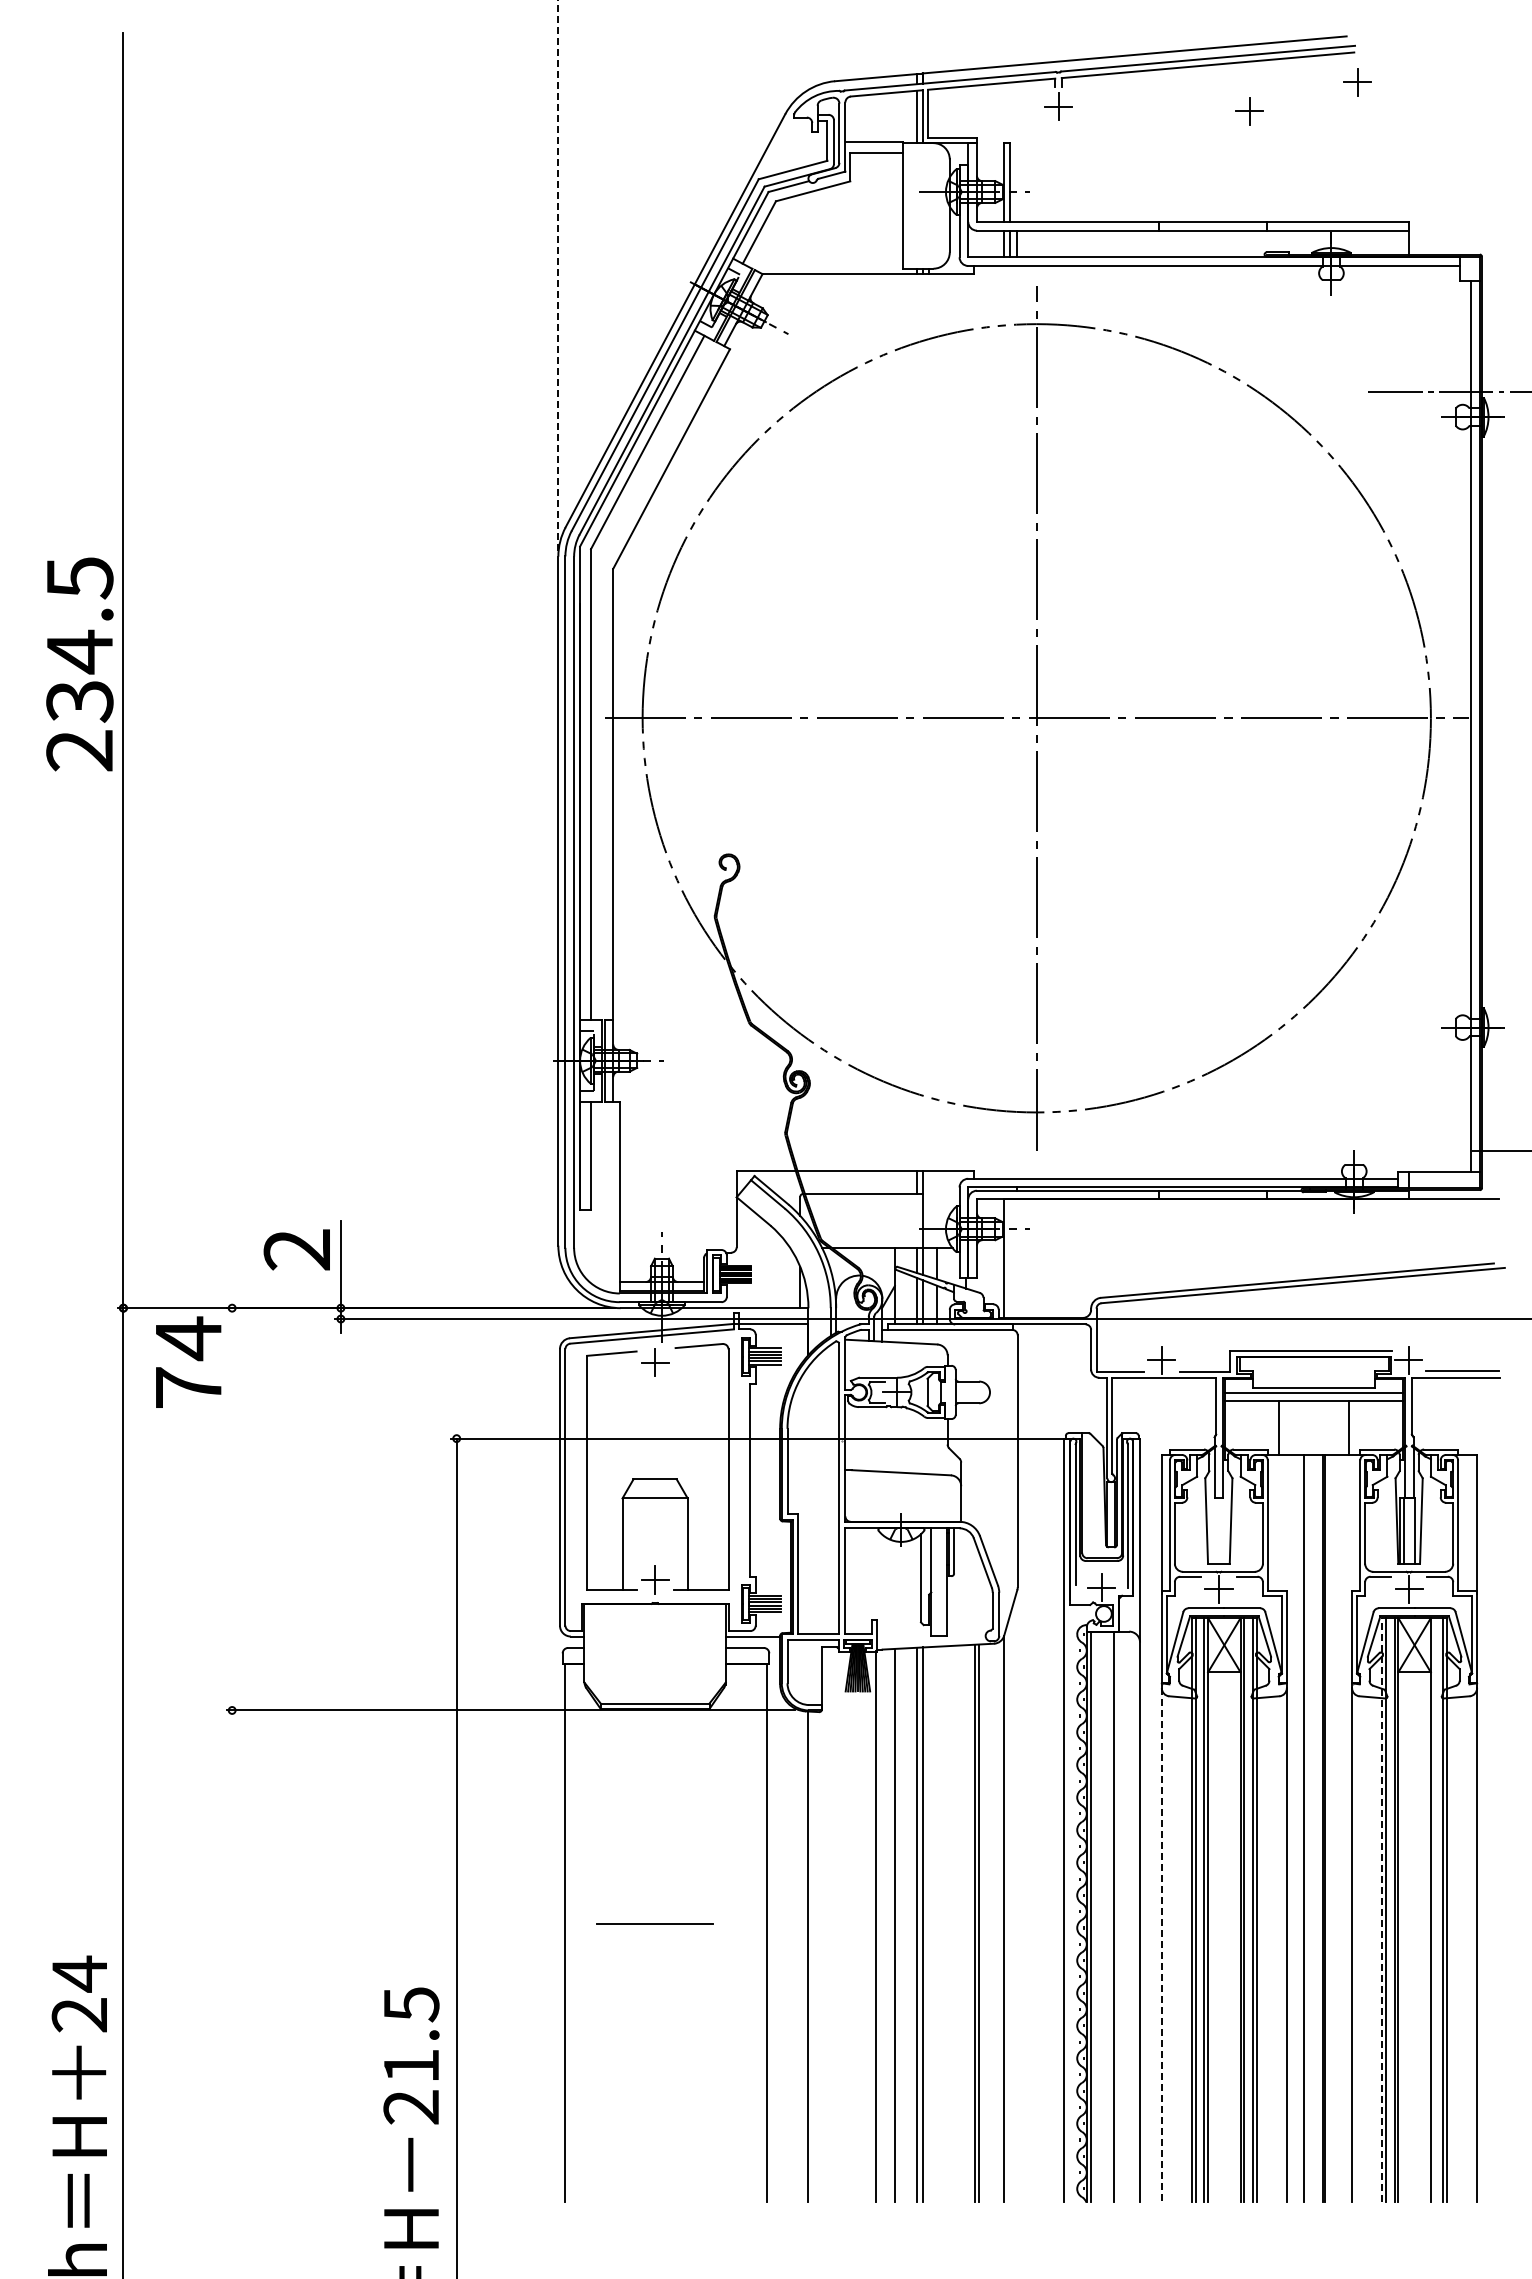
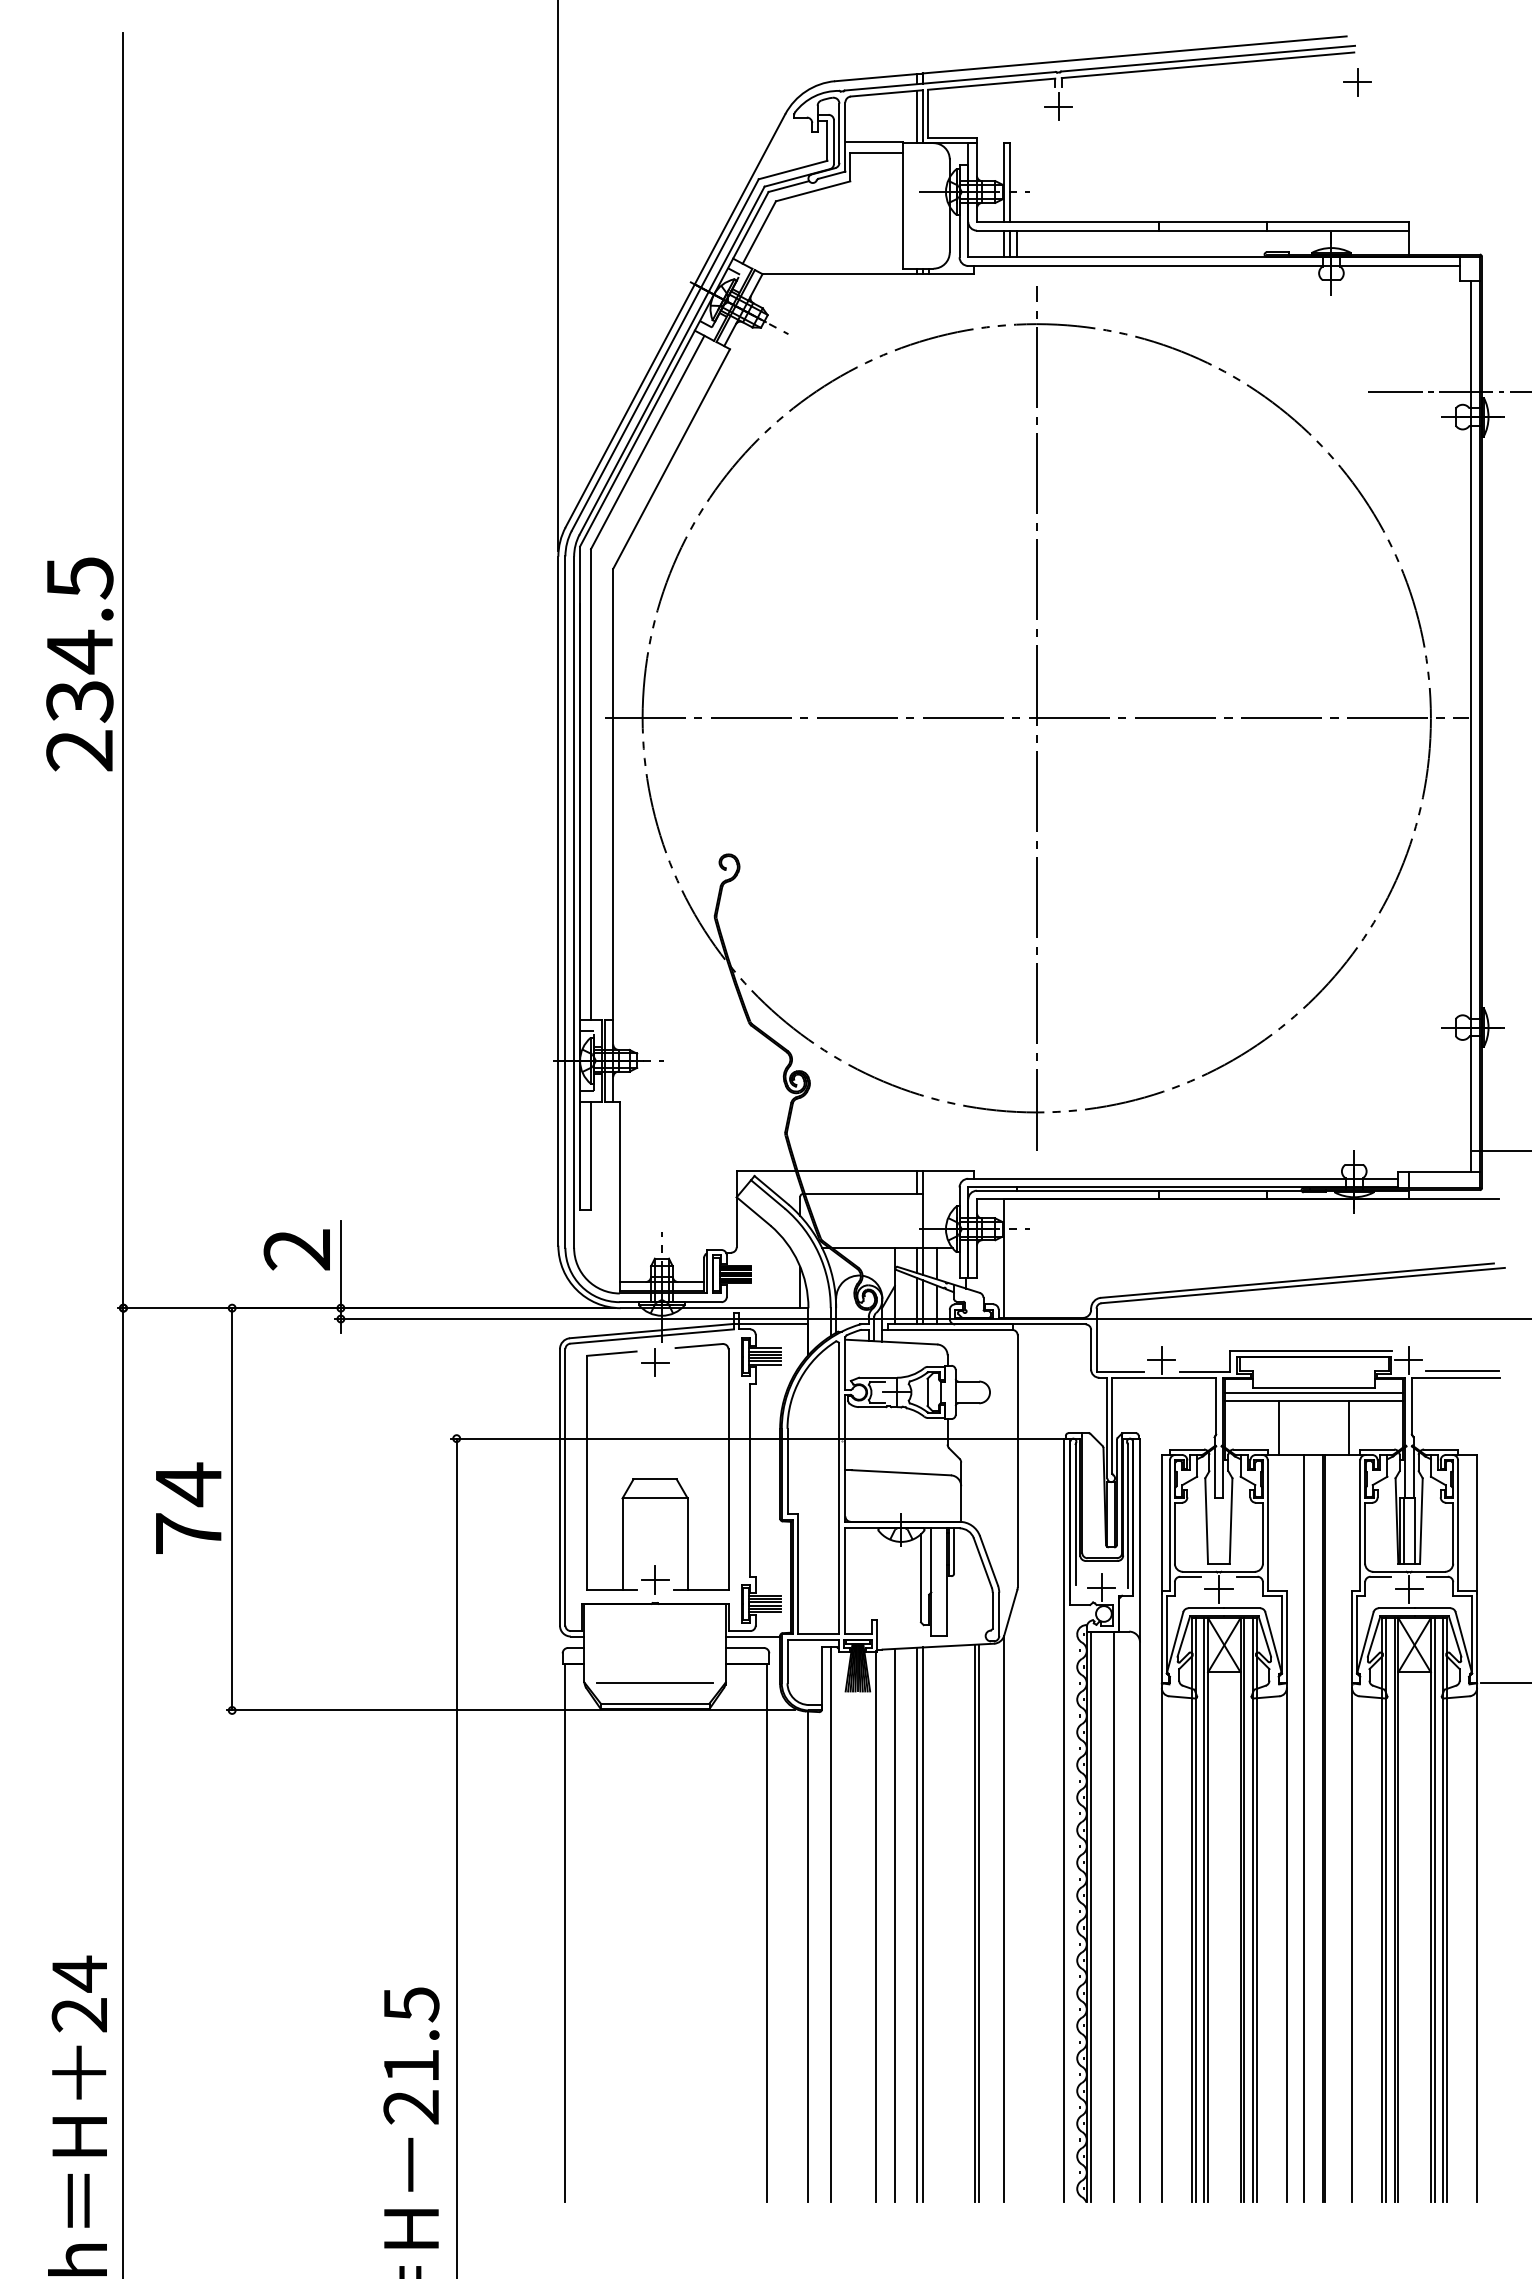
part at (1249, 111): present -> none
line at (558, 275): dashed -> solid
text at (188, 1361) position: (188, 1361) -> (188, 1507)
line at (232, 1509): none -> present
line at (1504, 1683): none -> present
line at (1381, 1909): dashed -> solid
line at (1434, 1910): none -> present
line at (654, 1923) position: (654, 1923) -> (654, 1682)
line at (830, 1924): none -> present
line at (1161, 1945): dashed -> solid
